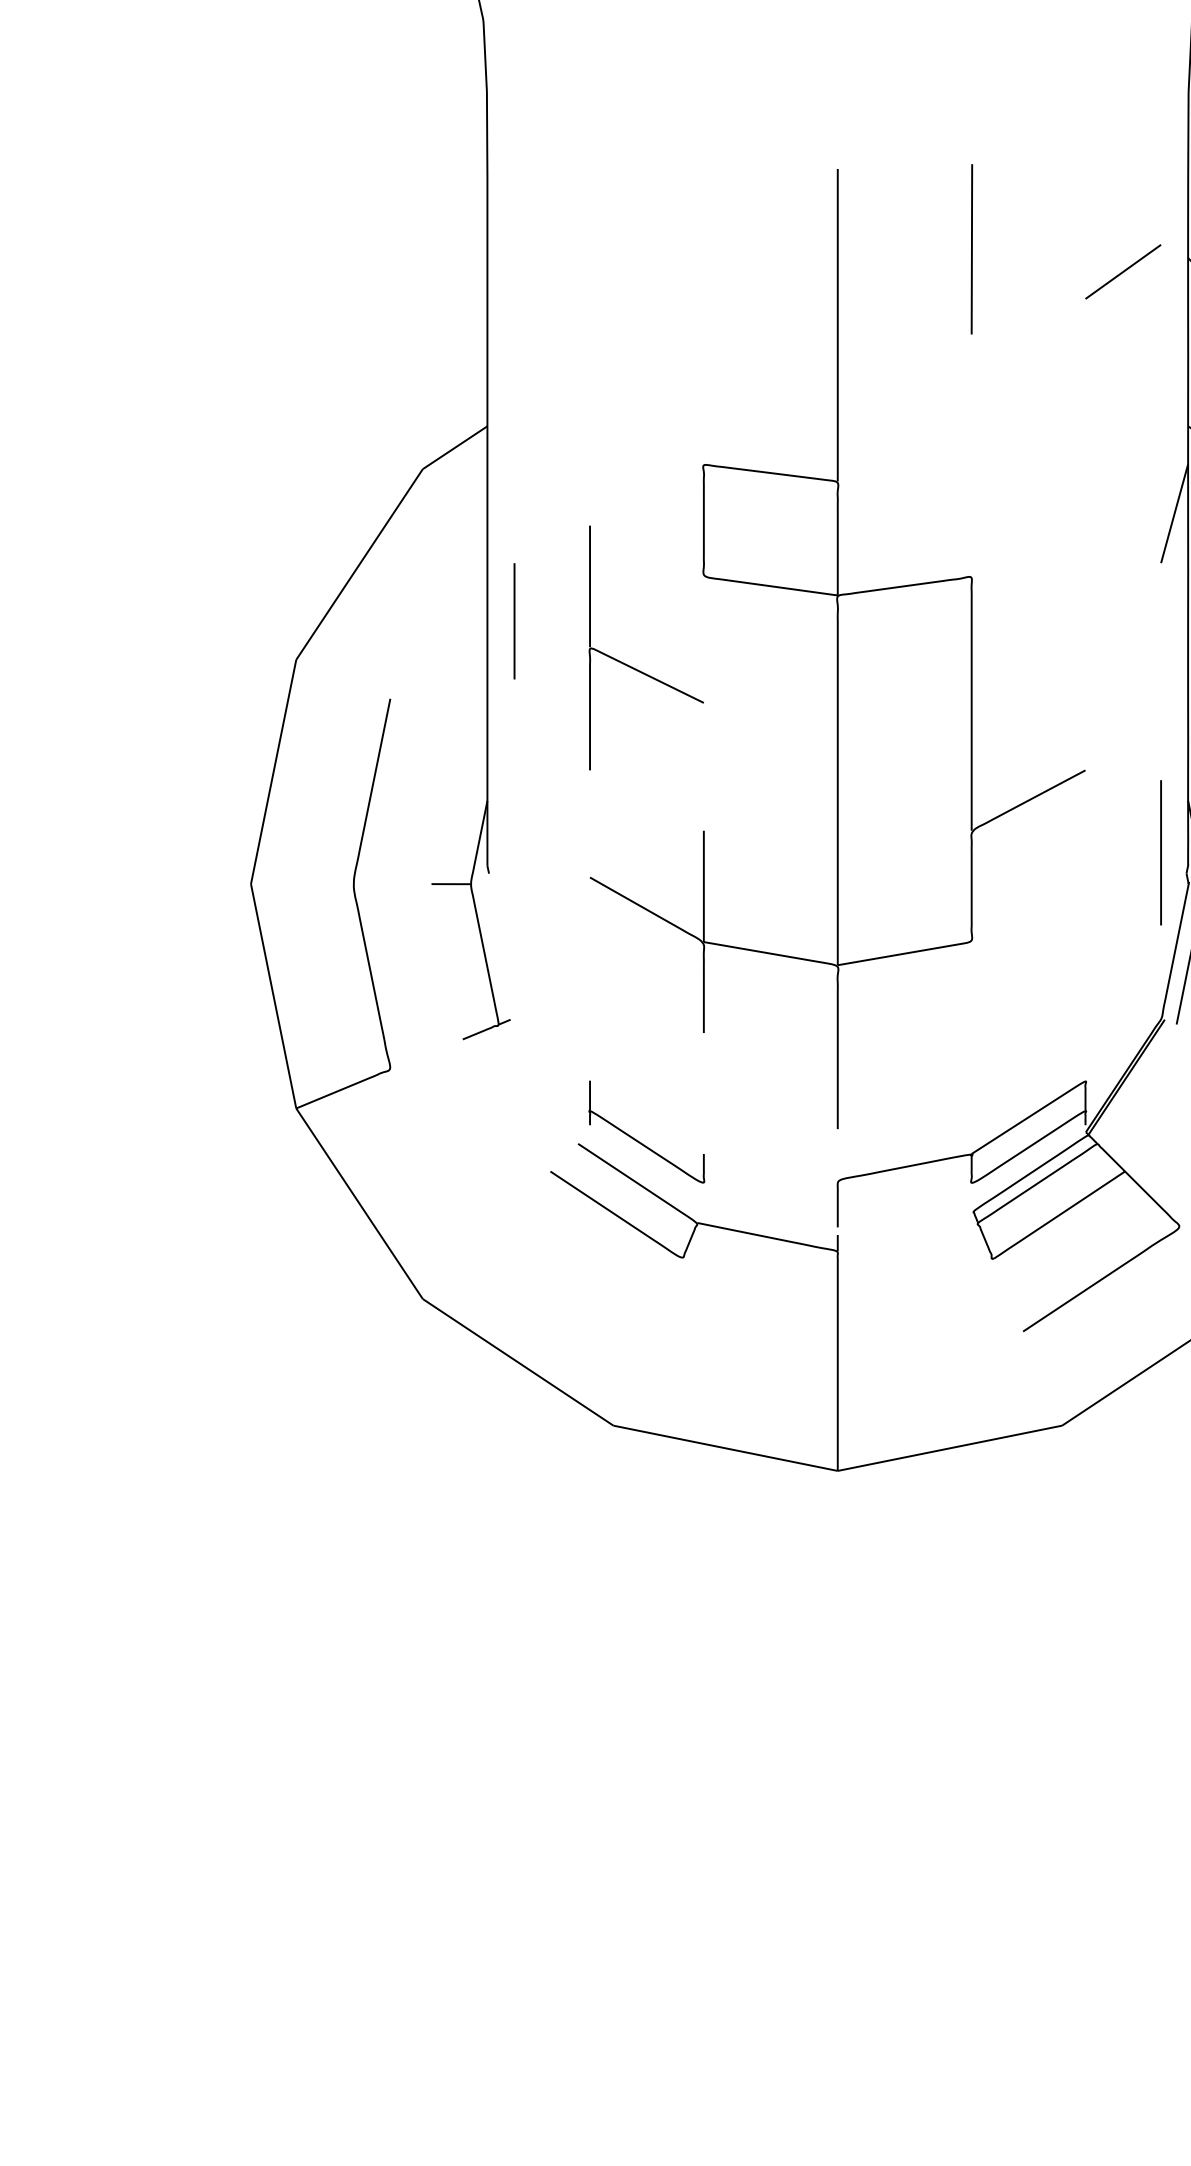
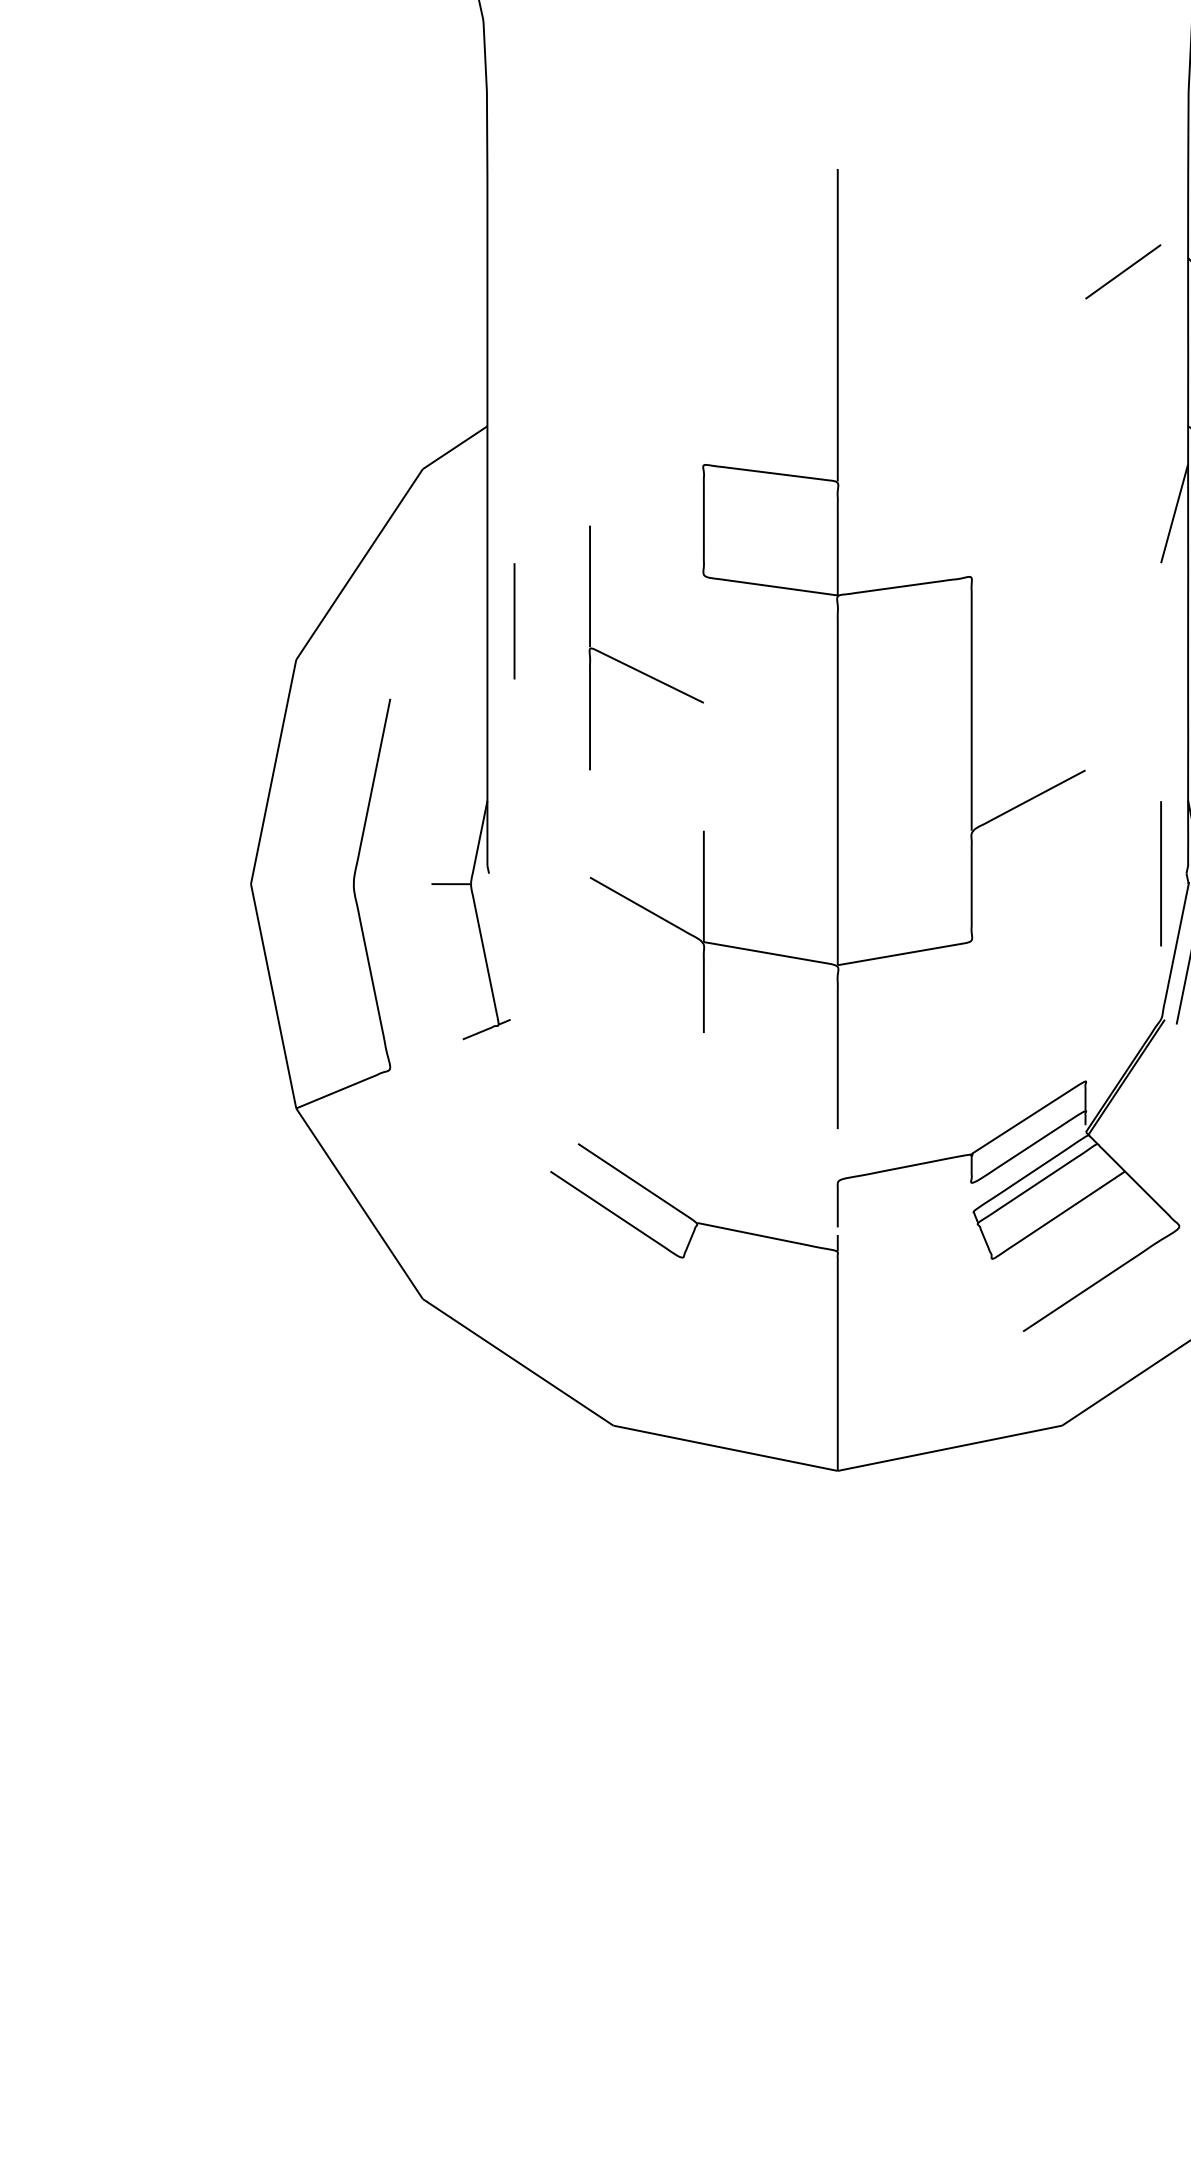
line at (971, 249): present -> none
line at (1160, 852) position: (1160, 852) -> (1160, 873)
part at (638, 1140): present -> none
